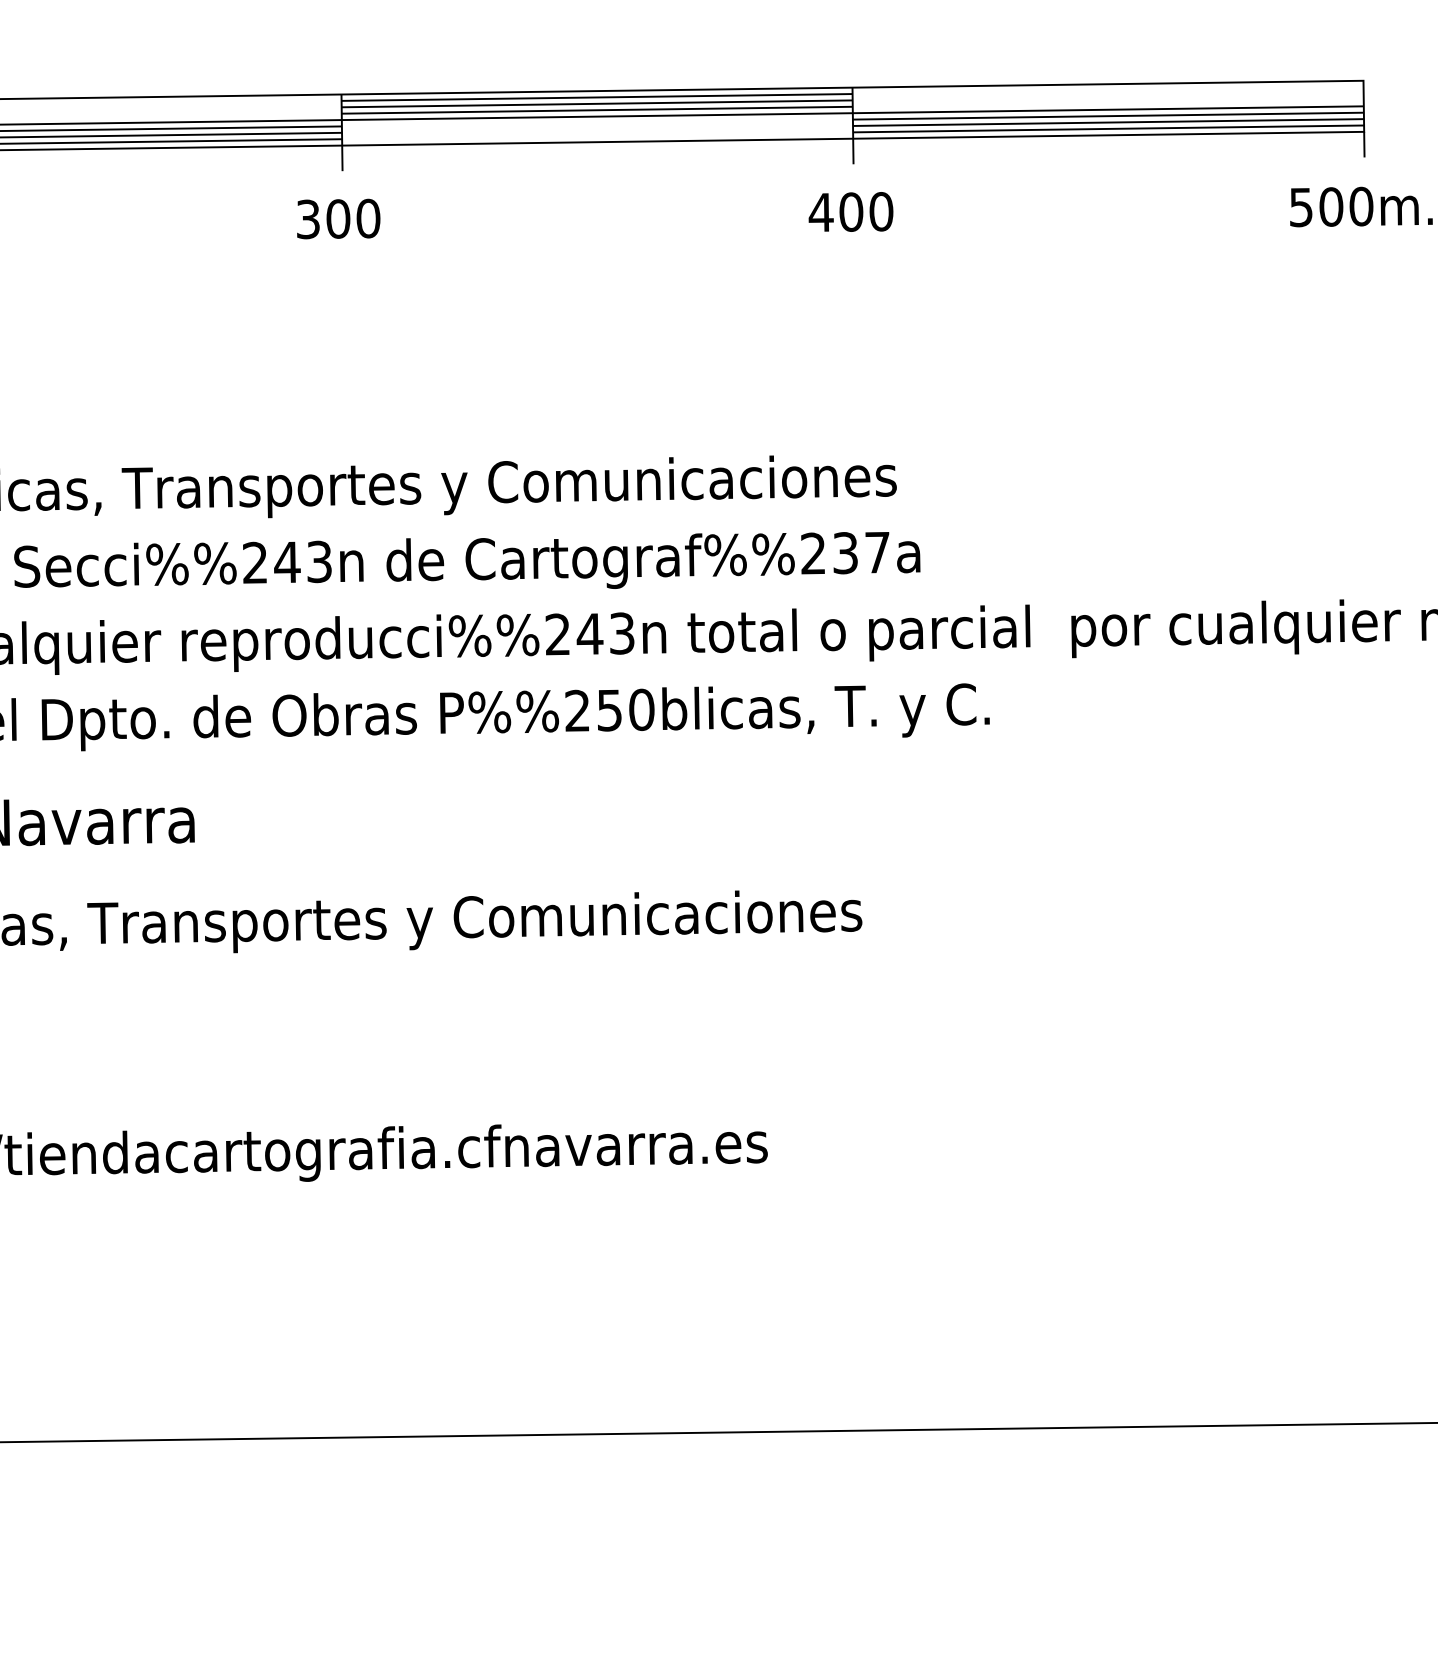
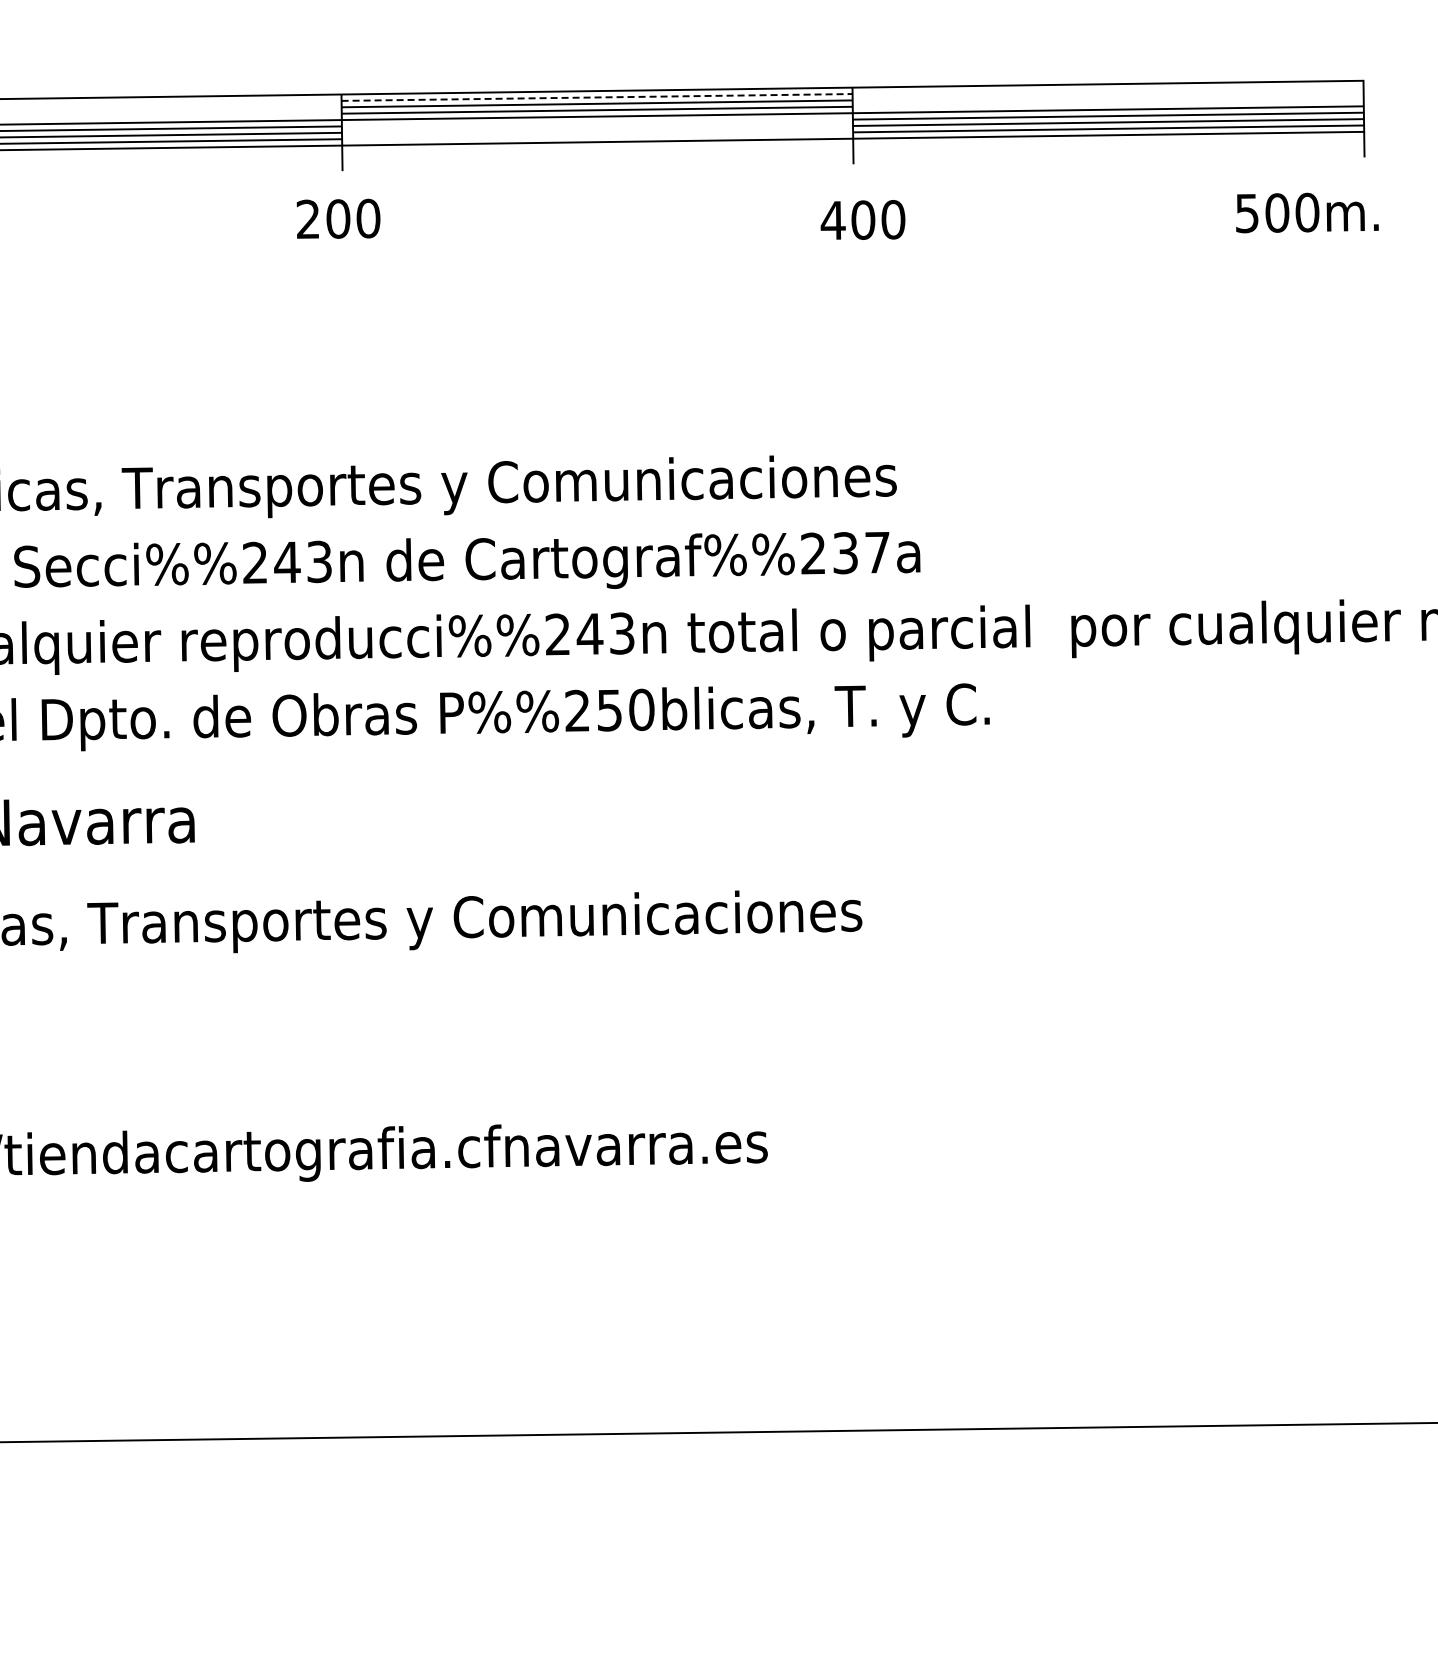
line at (597, 97): solid -> dashed
text at (1361, 206) position: (1361, 206) -> (1307, 212)
text at (850, 211) position: (850, 211) -> (862, 219)
text at (307, 219): 300 -> 200
